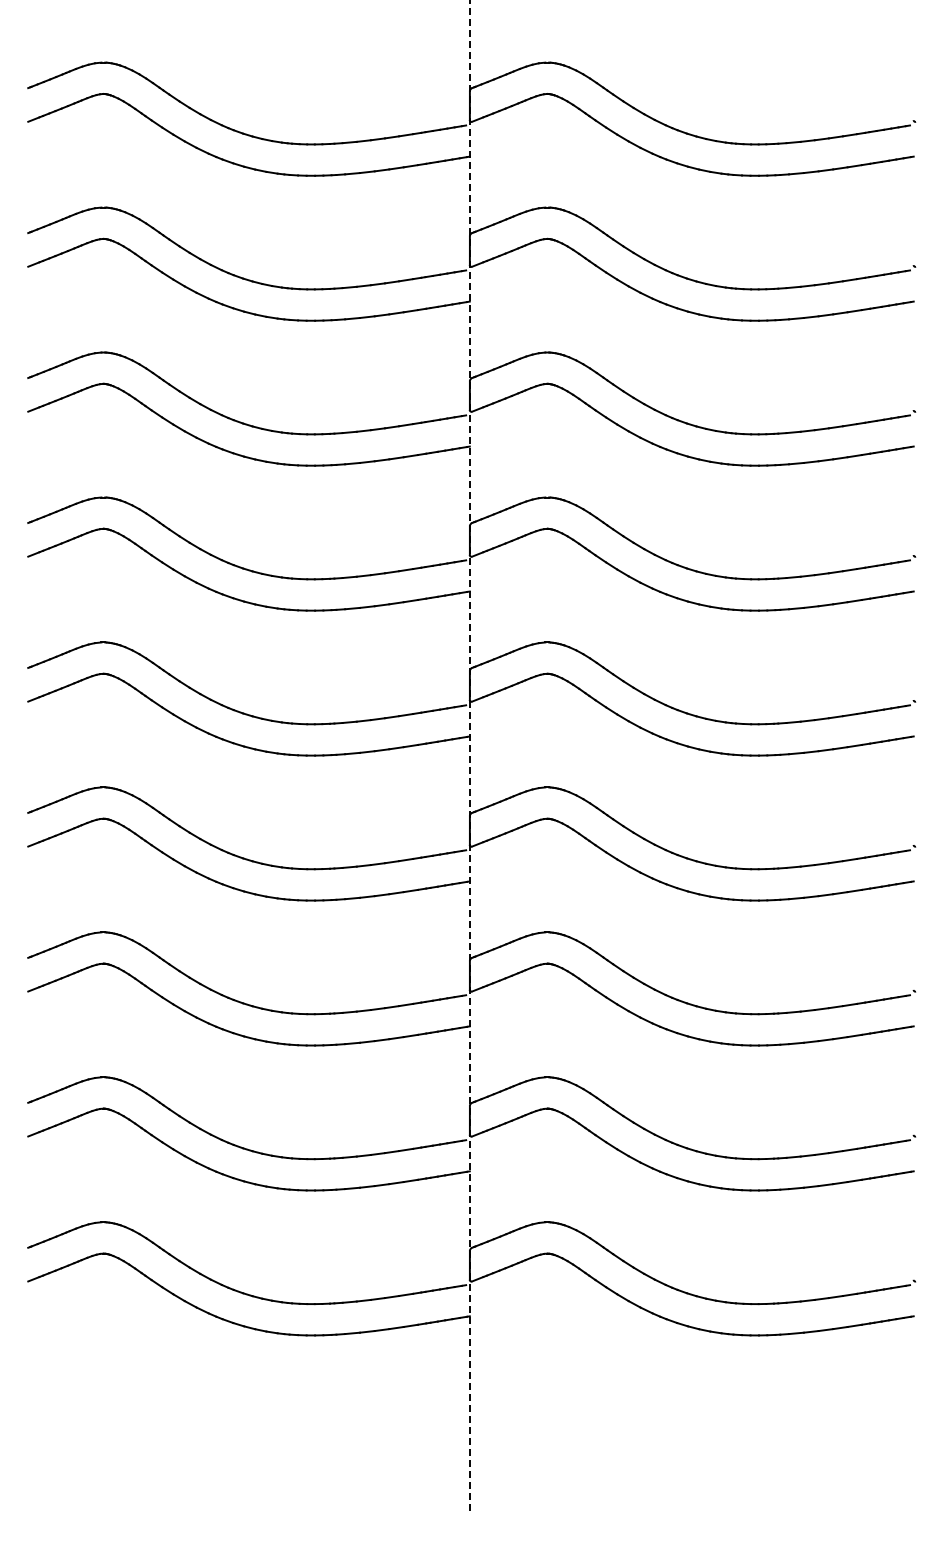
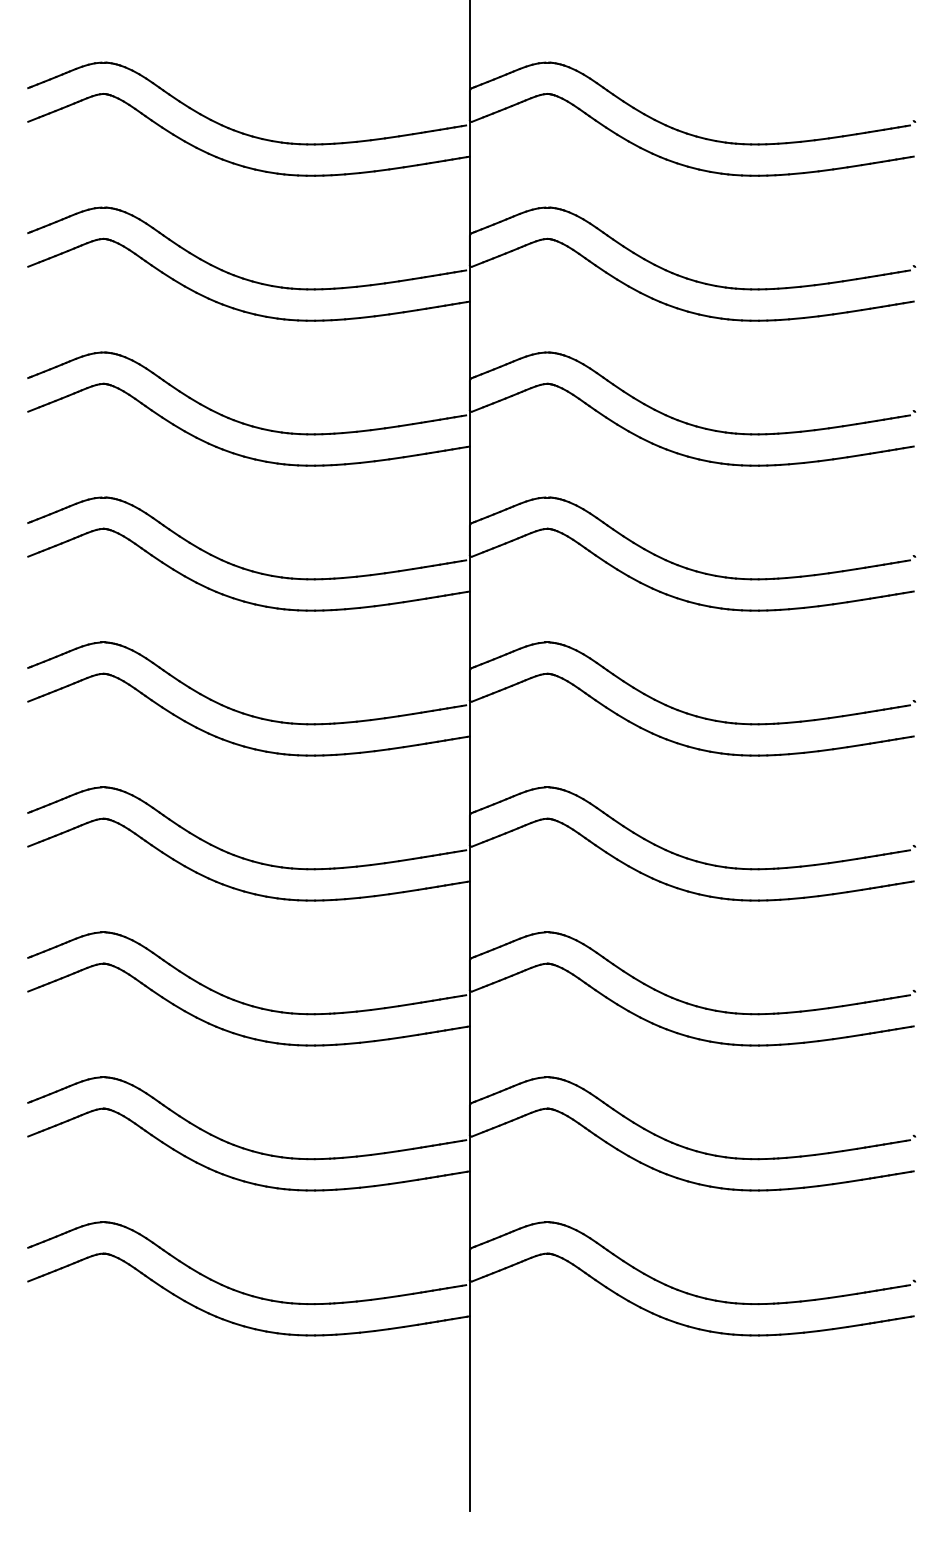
line at (469, 755): dashed -> solid
